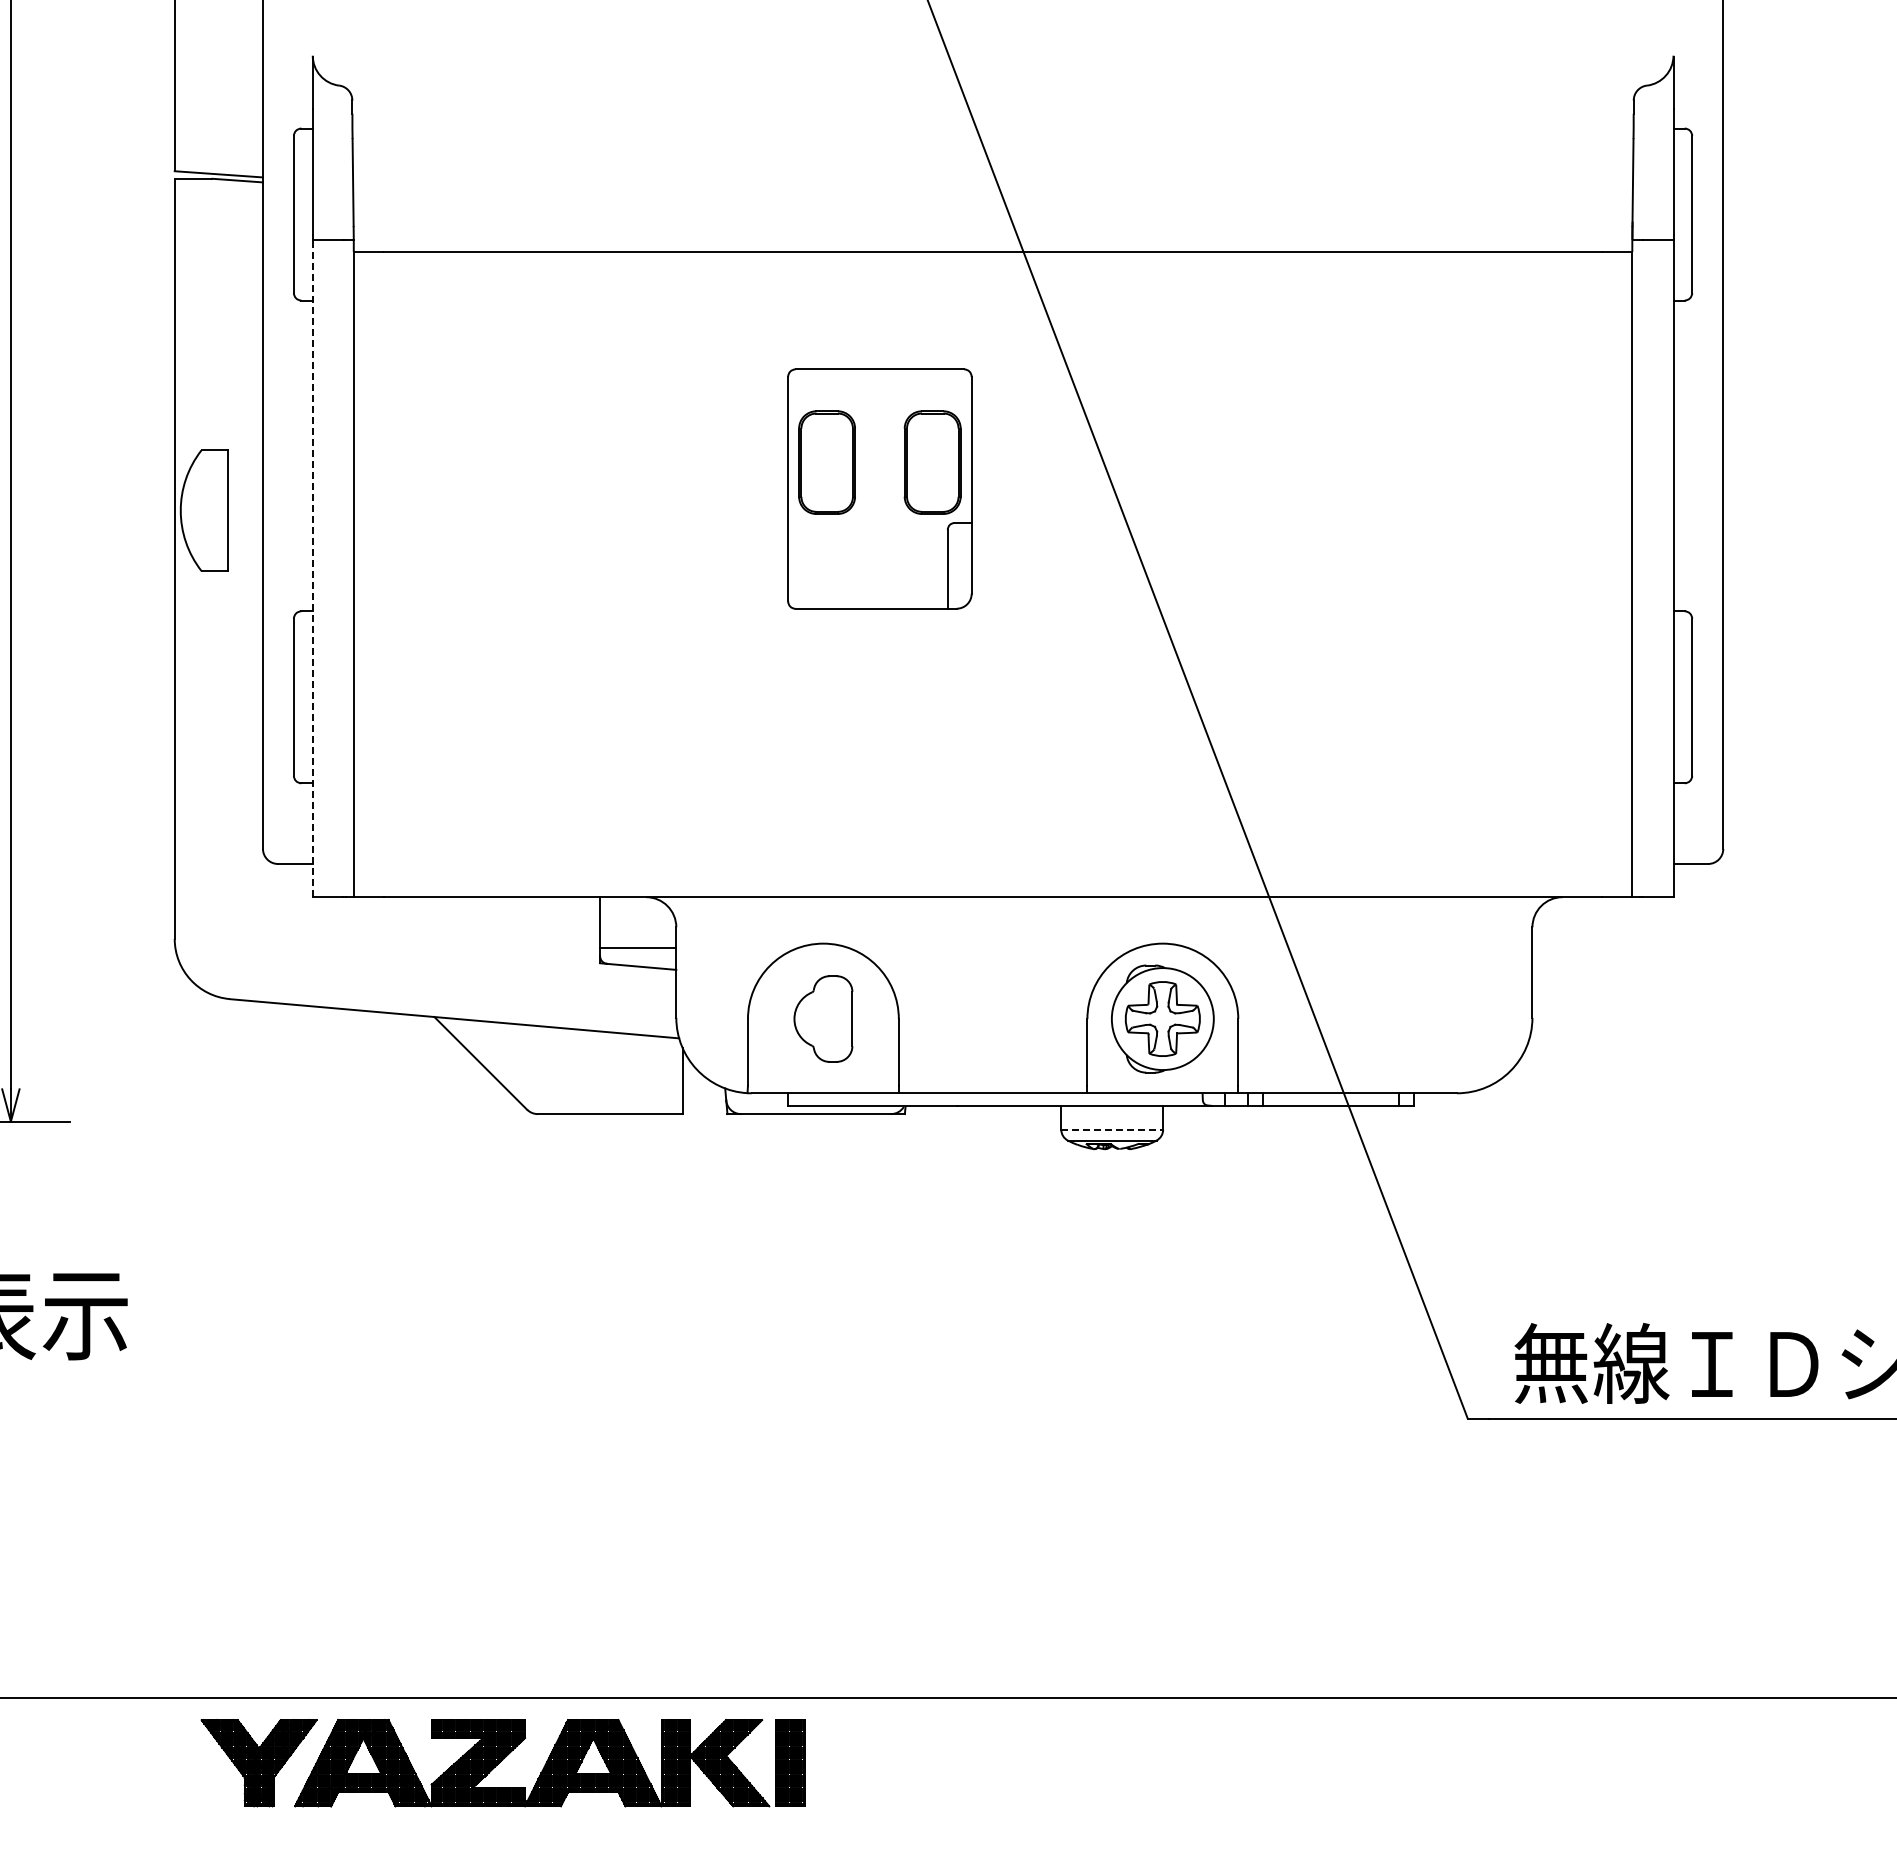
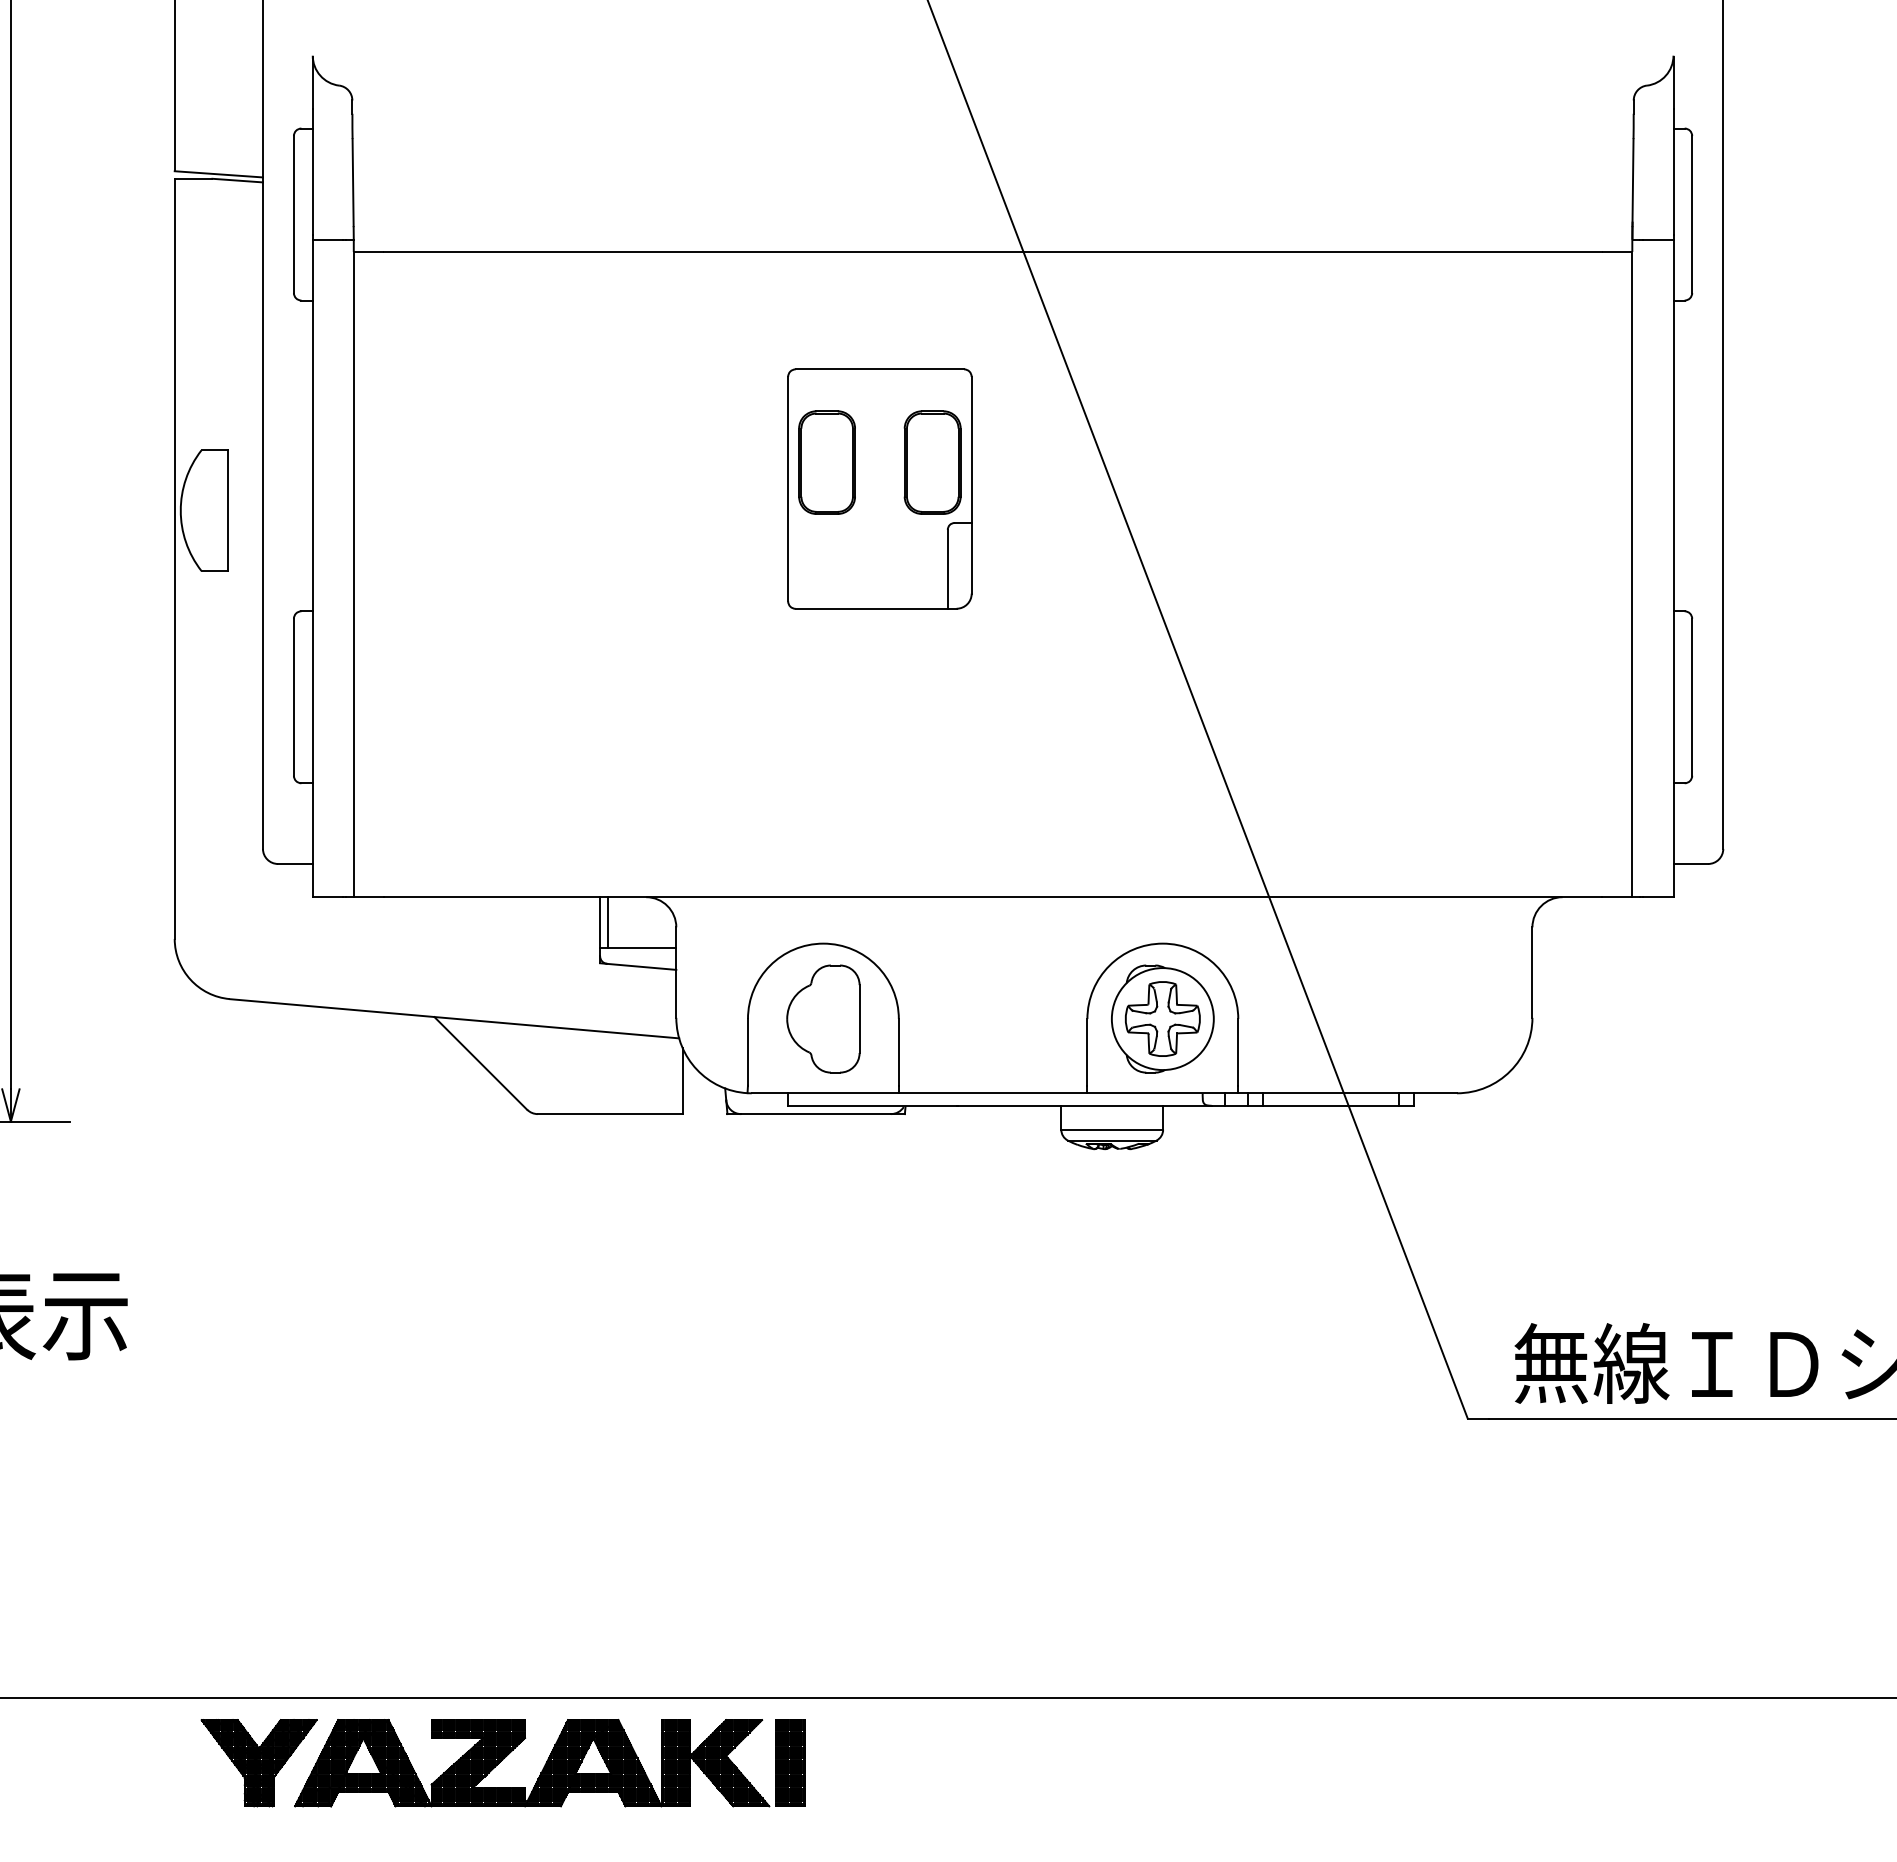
line at (312, 568): dashed -> solid
line at (607, 922): none -> present
part at (823, 1018) size: 61x88 px -> 75x110 px
line at (1112, 1129): dashed -> solid
